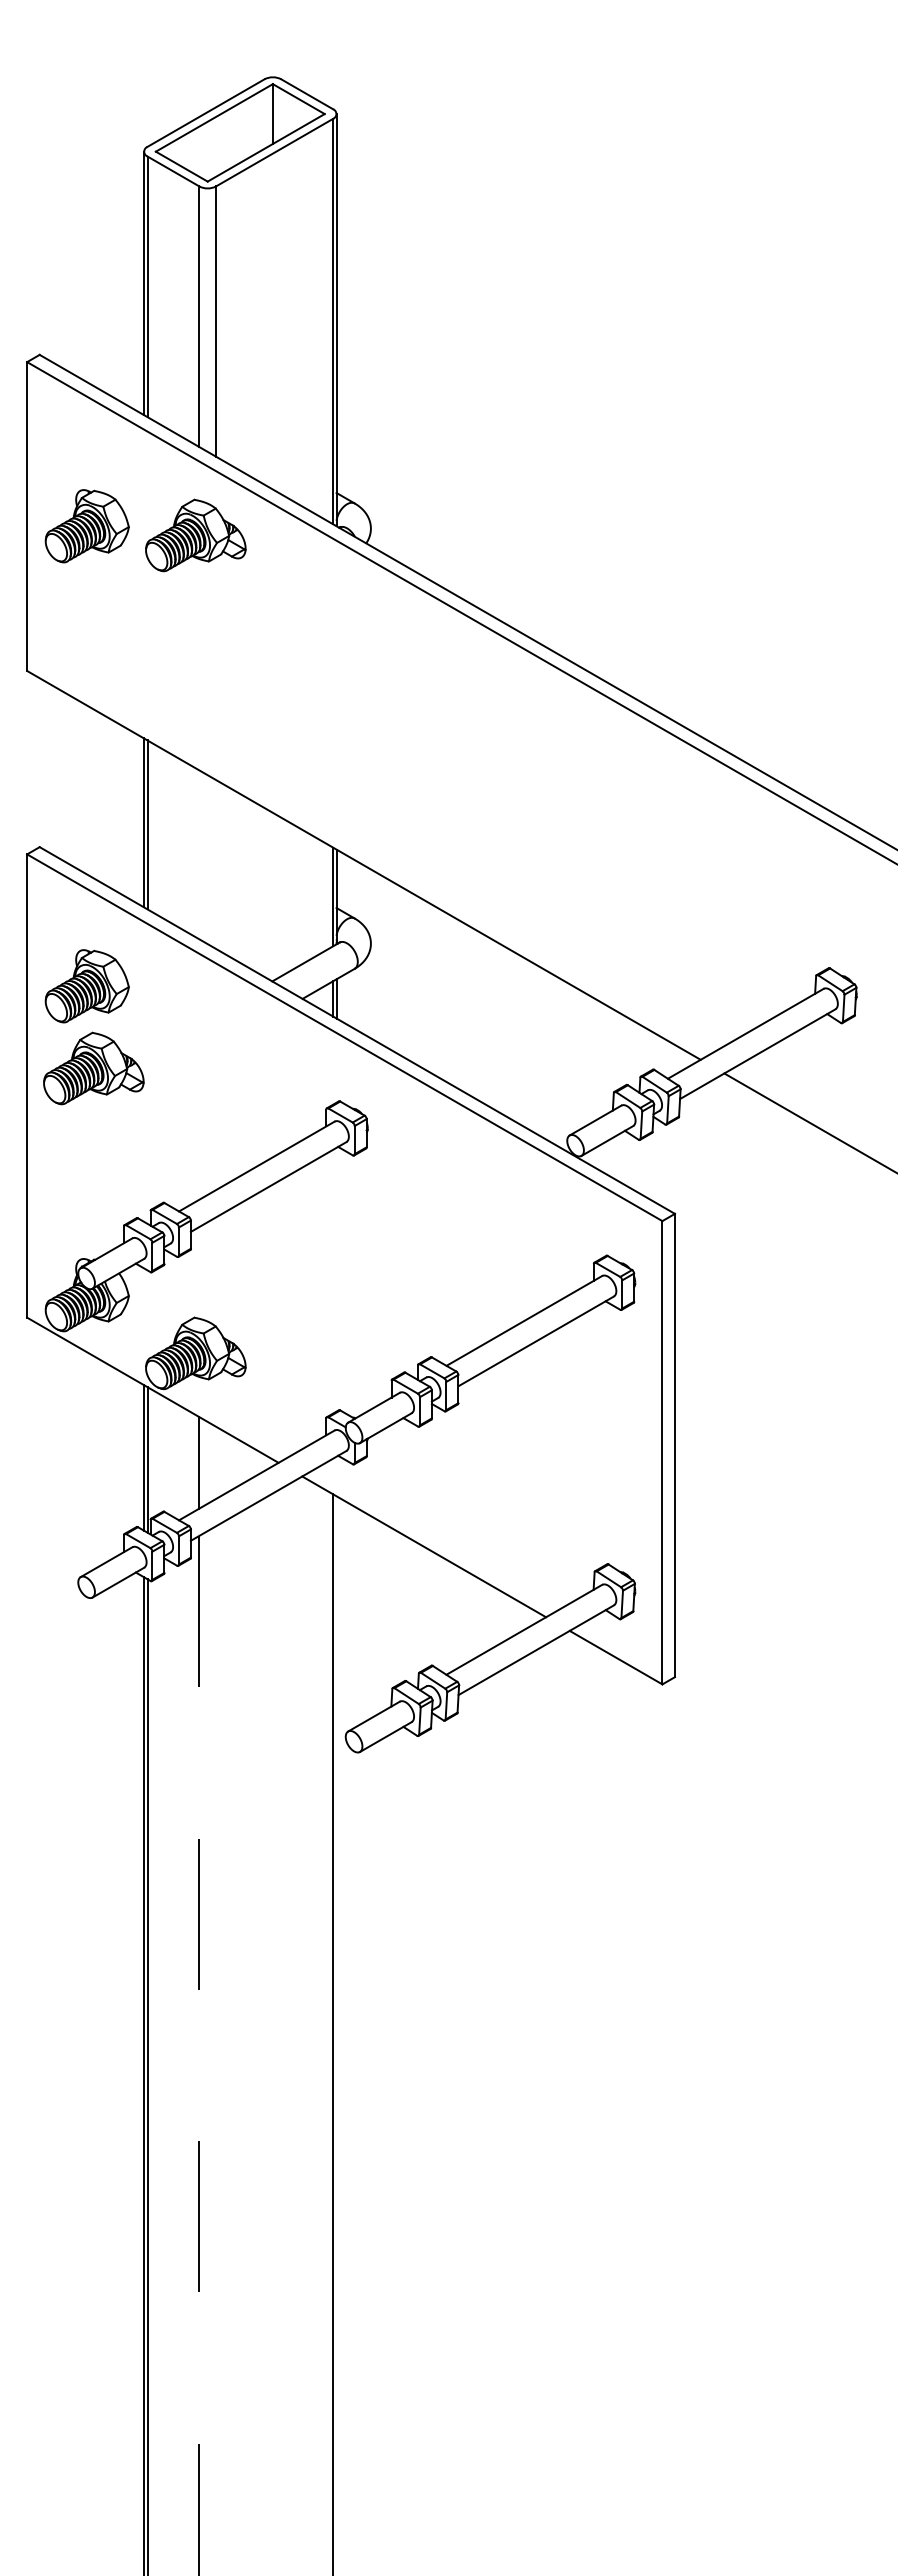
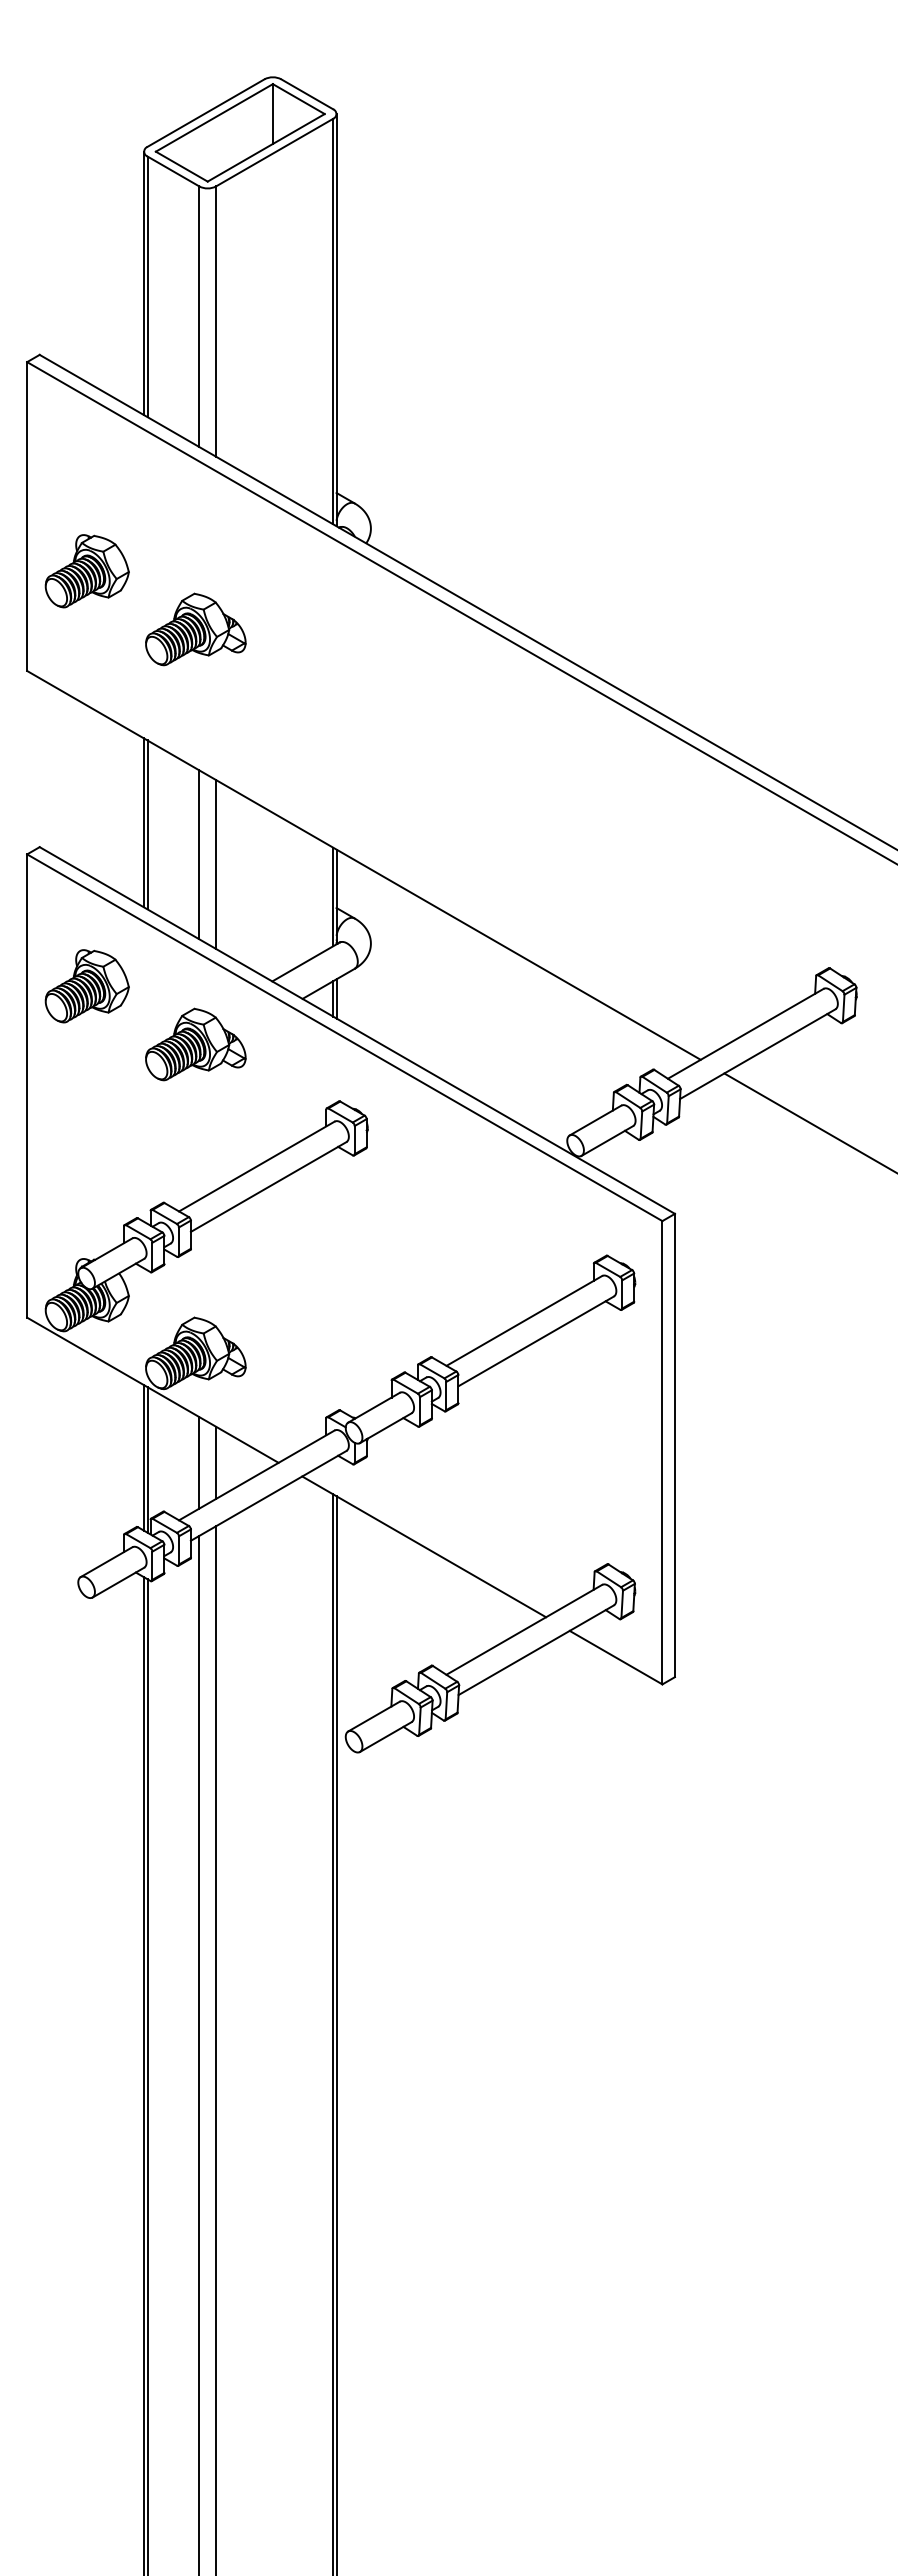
part at (86, 526) position: (86, 526) -> (86, 571)
part at (195, 535) position: (195, 535) -> (195, 629)
line at (199, 854): none -> present
line at (216, 864): none -> present
part at (93, 1068) position: (93, 1068) -> (195, 1044)
line at (216, 1462): none -> present
line at (336, 2034): none -> present
line at (216, 2049): none -> present
line at (199, 2055): dashed -> solid
